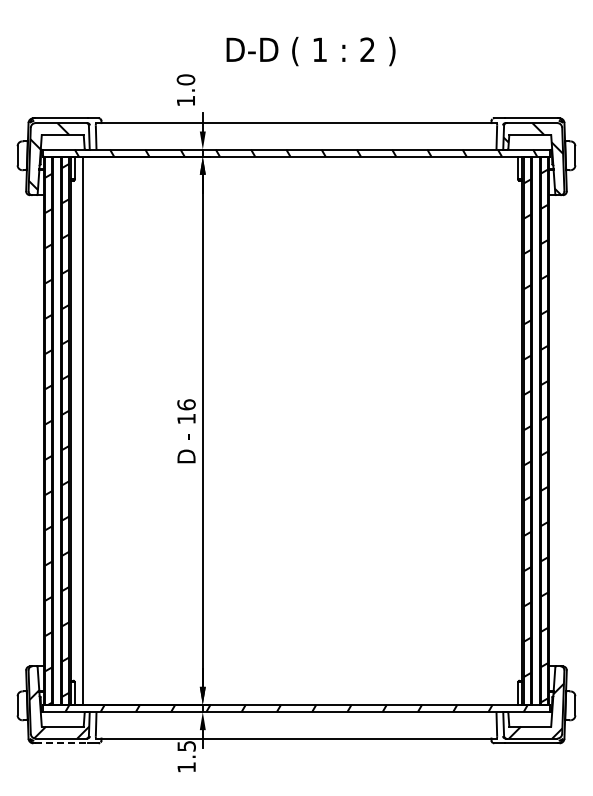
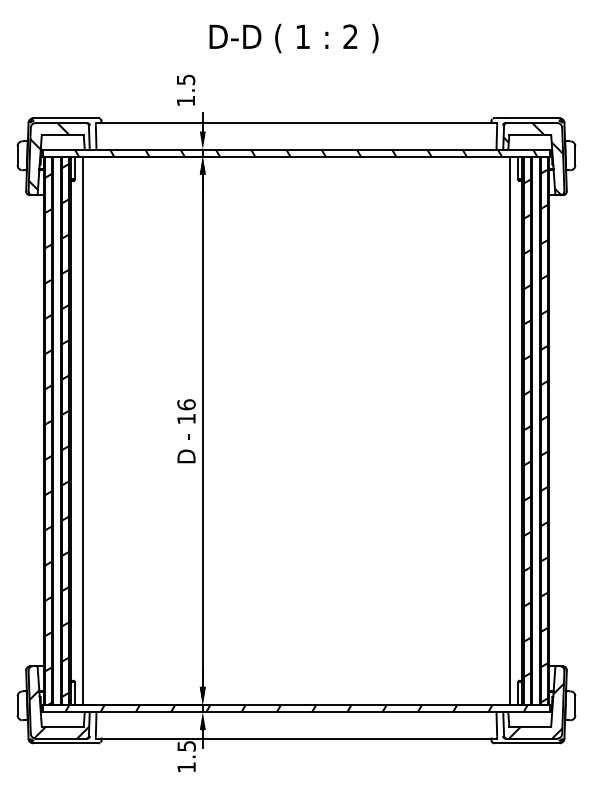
text at (310, 51) position: (310, 51) -> (293, 38)
text at (185, 79): 1.0 -> 1.5
line at (510, 430): none -> present
line at (61, 743): dashed -> solid
